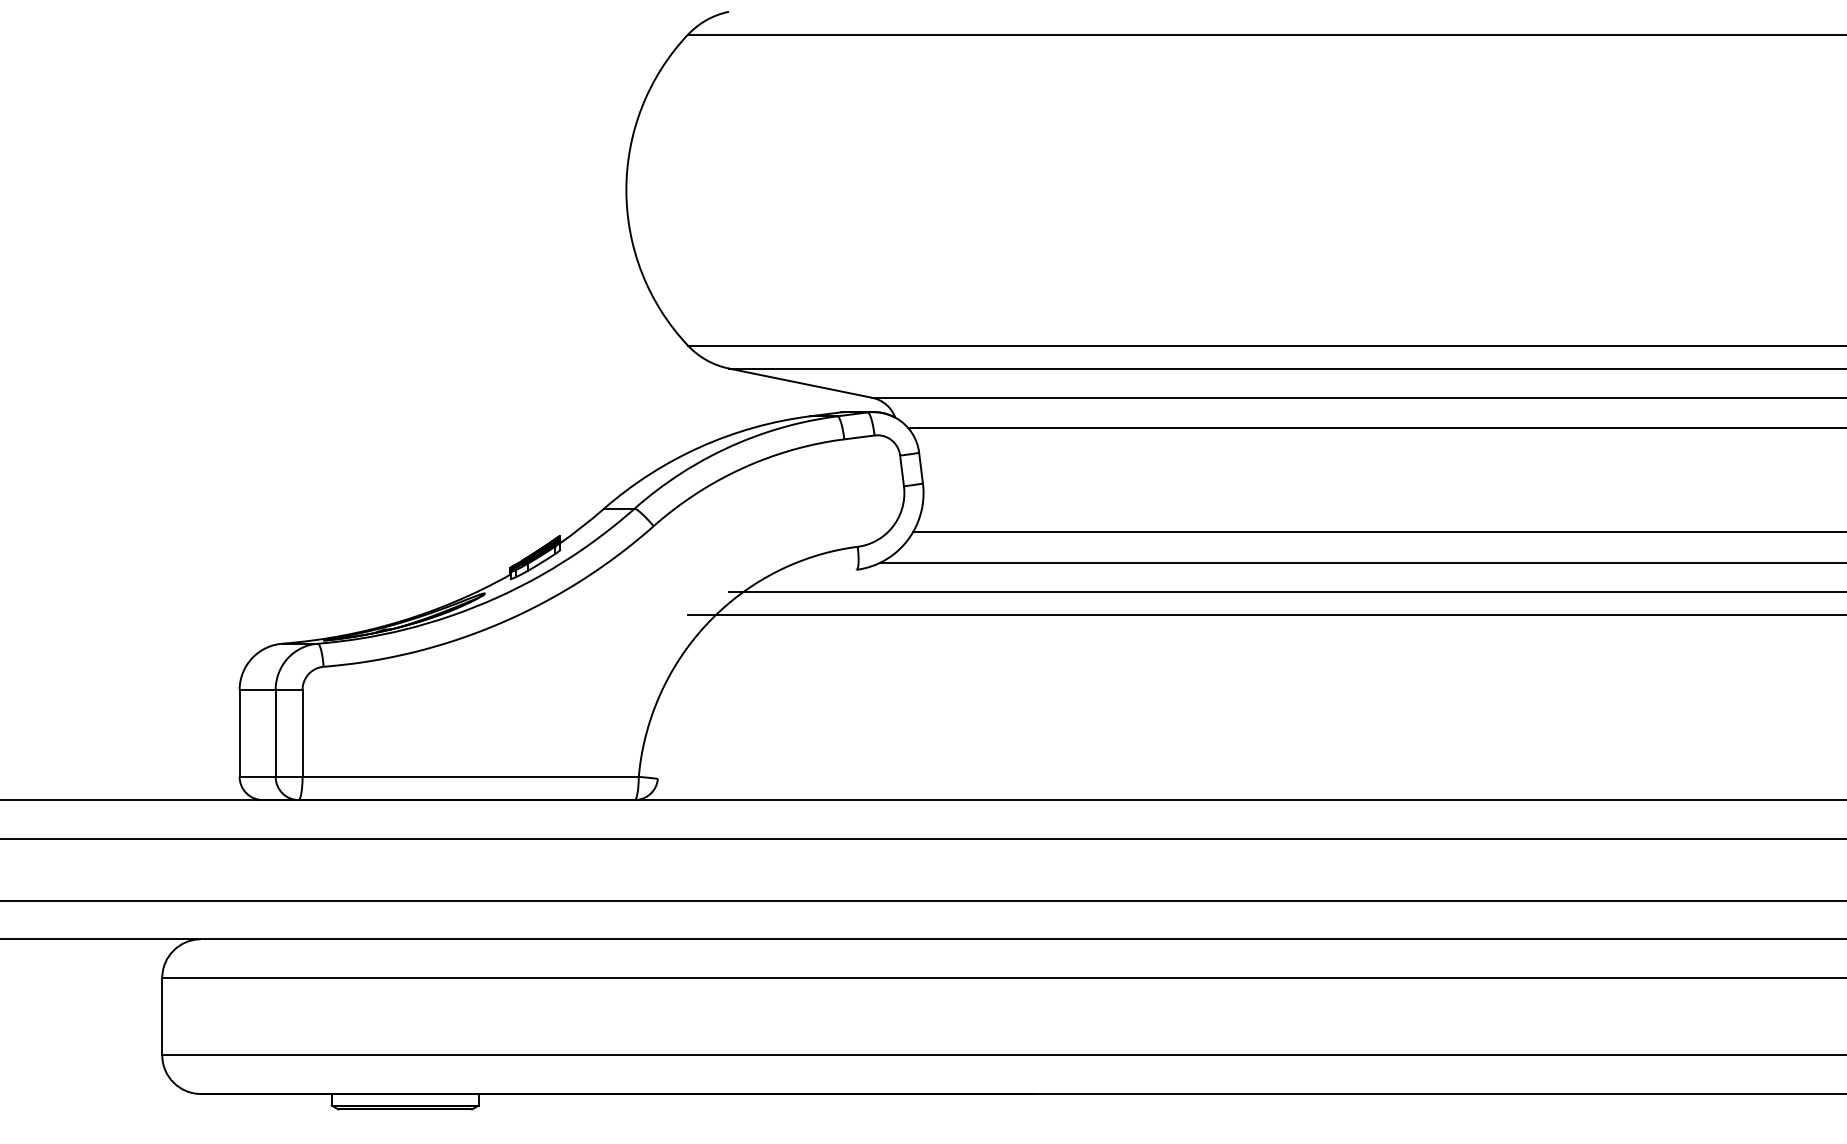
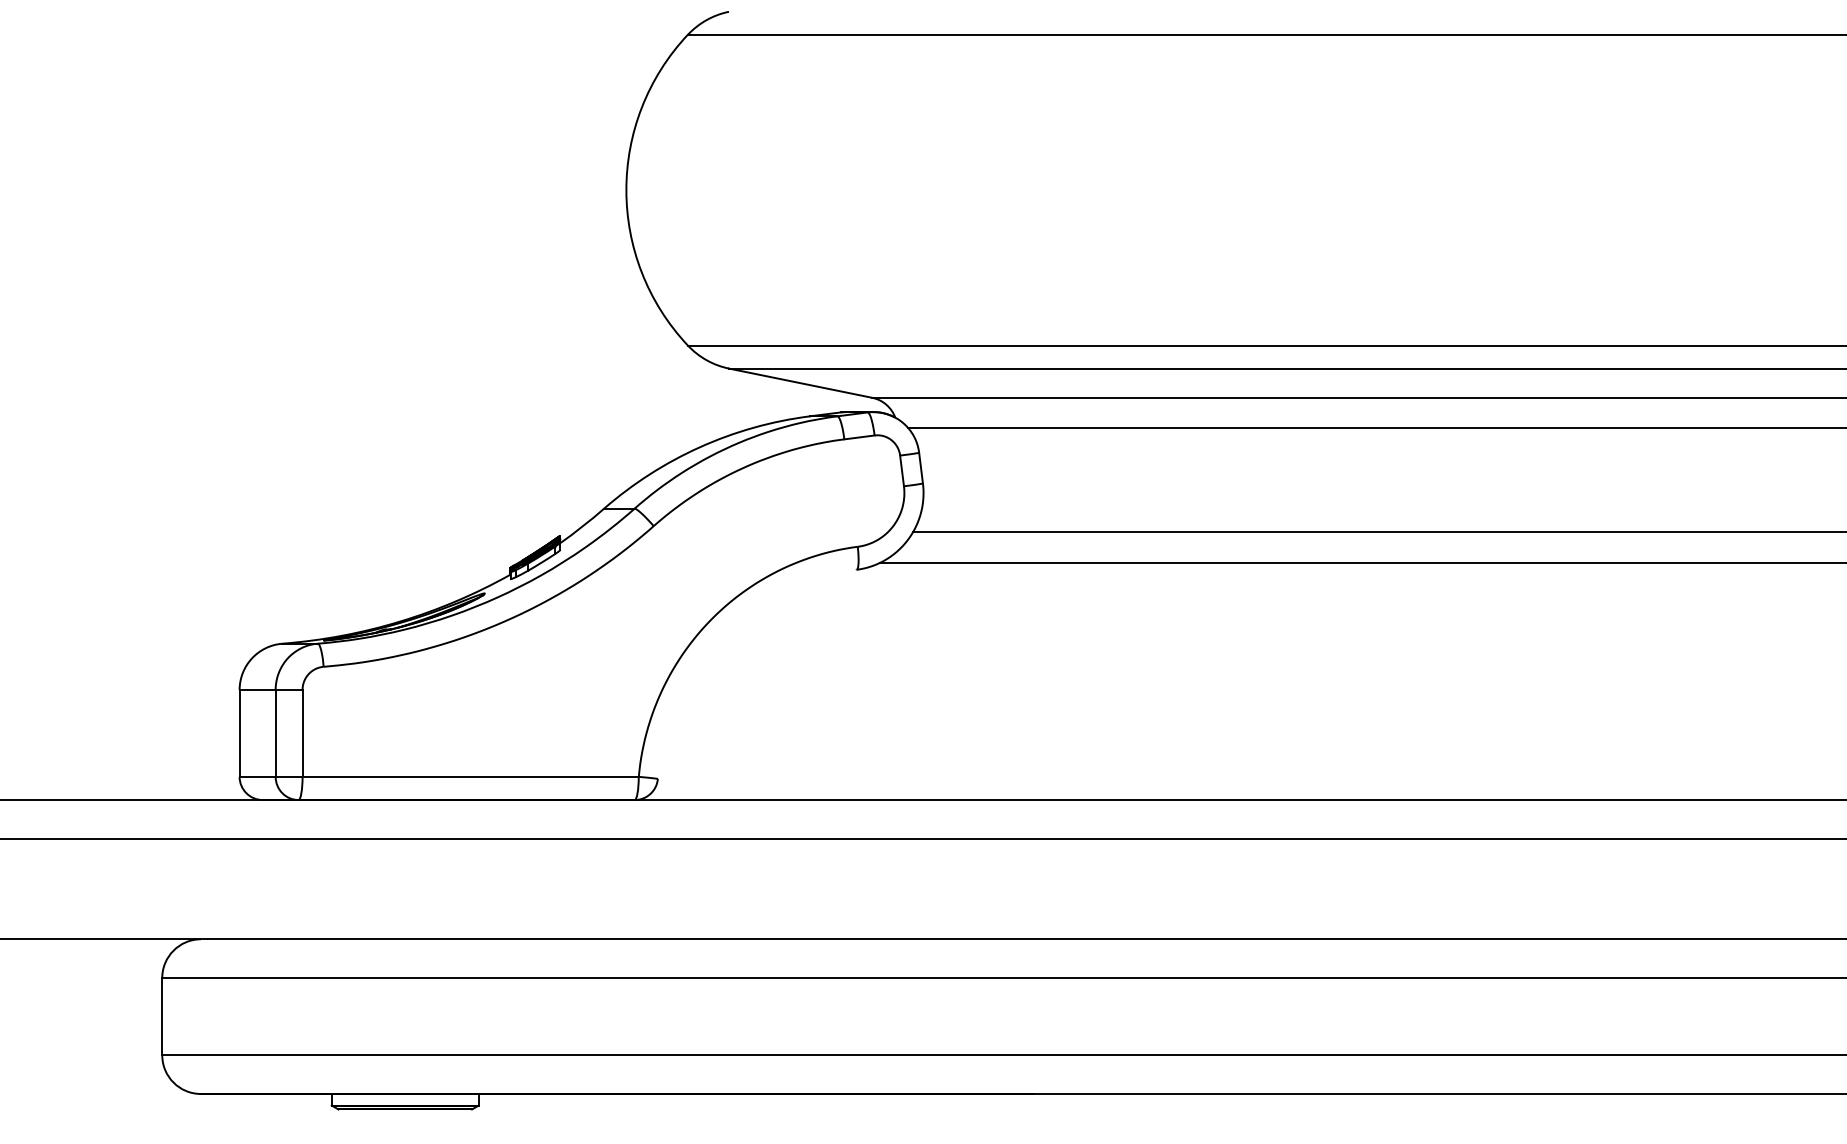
line at (1286, 591): present -> none
line at (1265, 614): present -> none
line at (922, 900): present -> none
